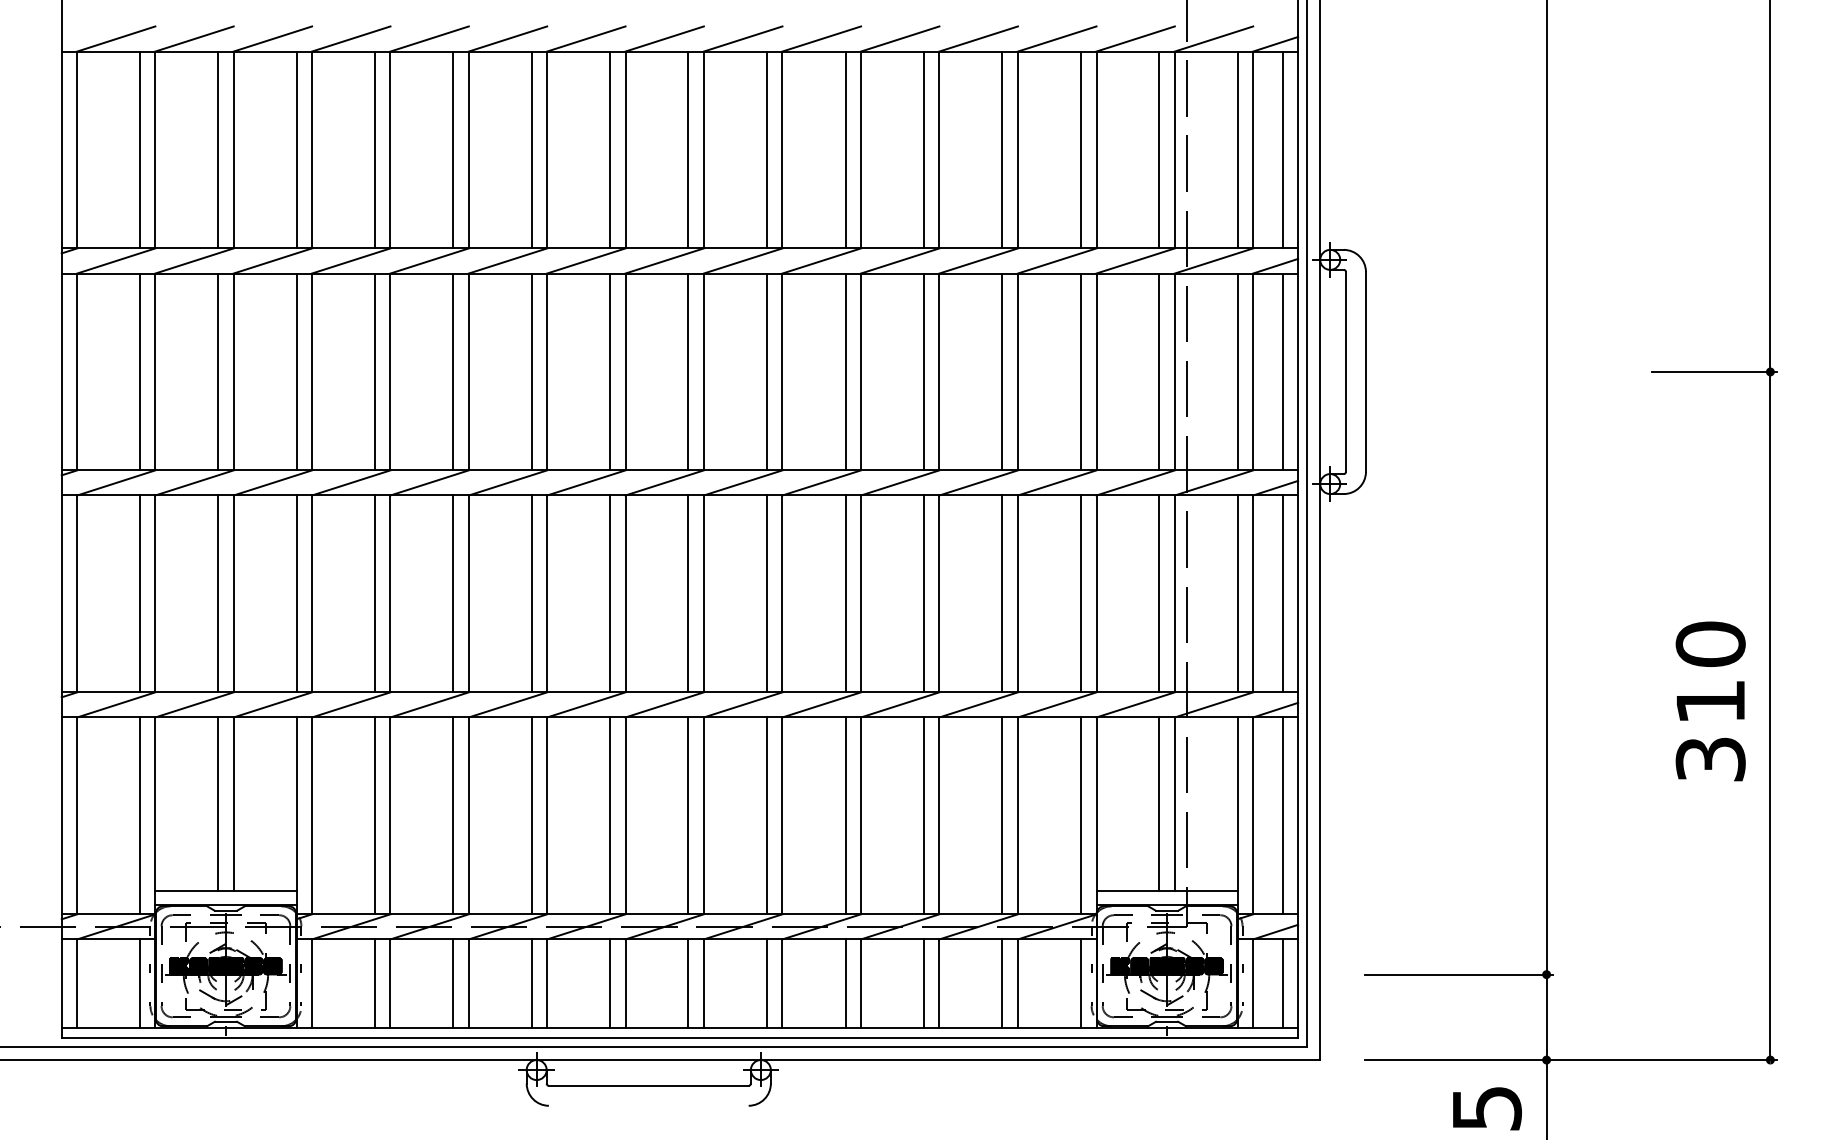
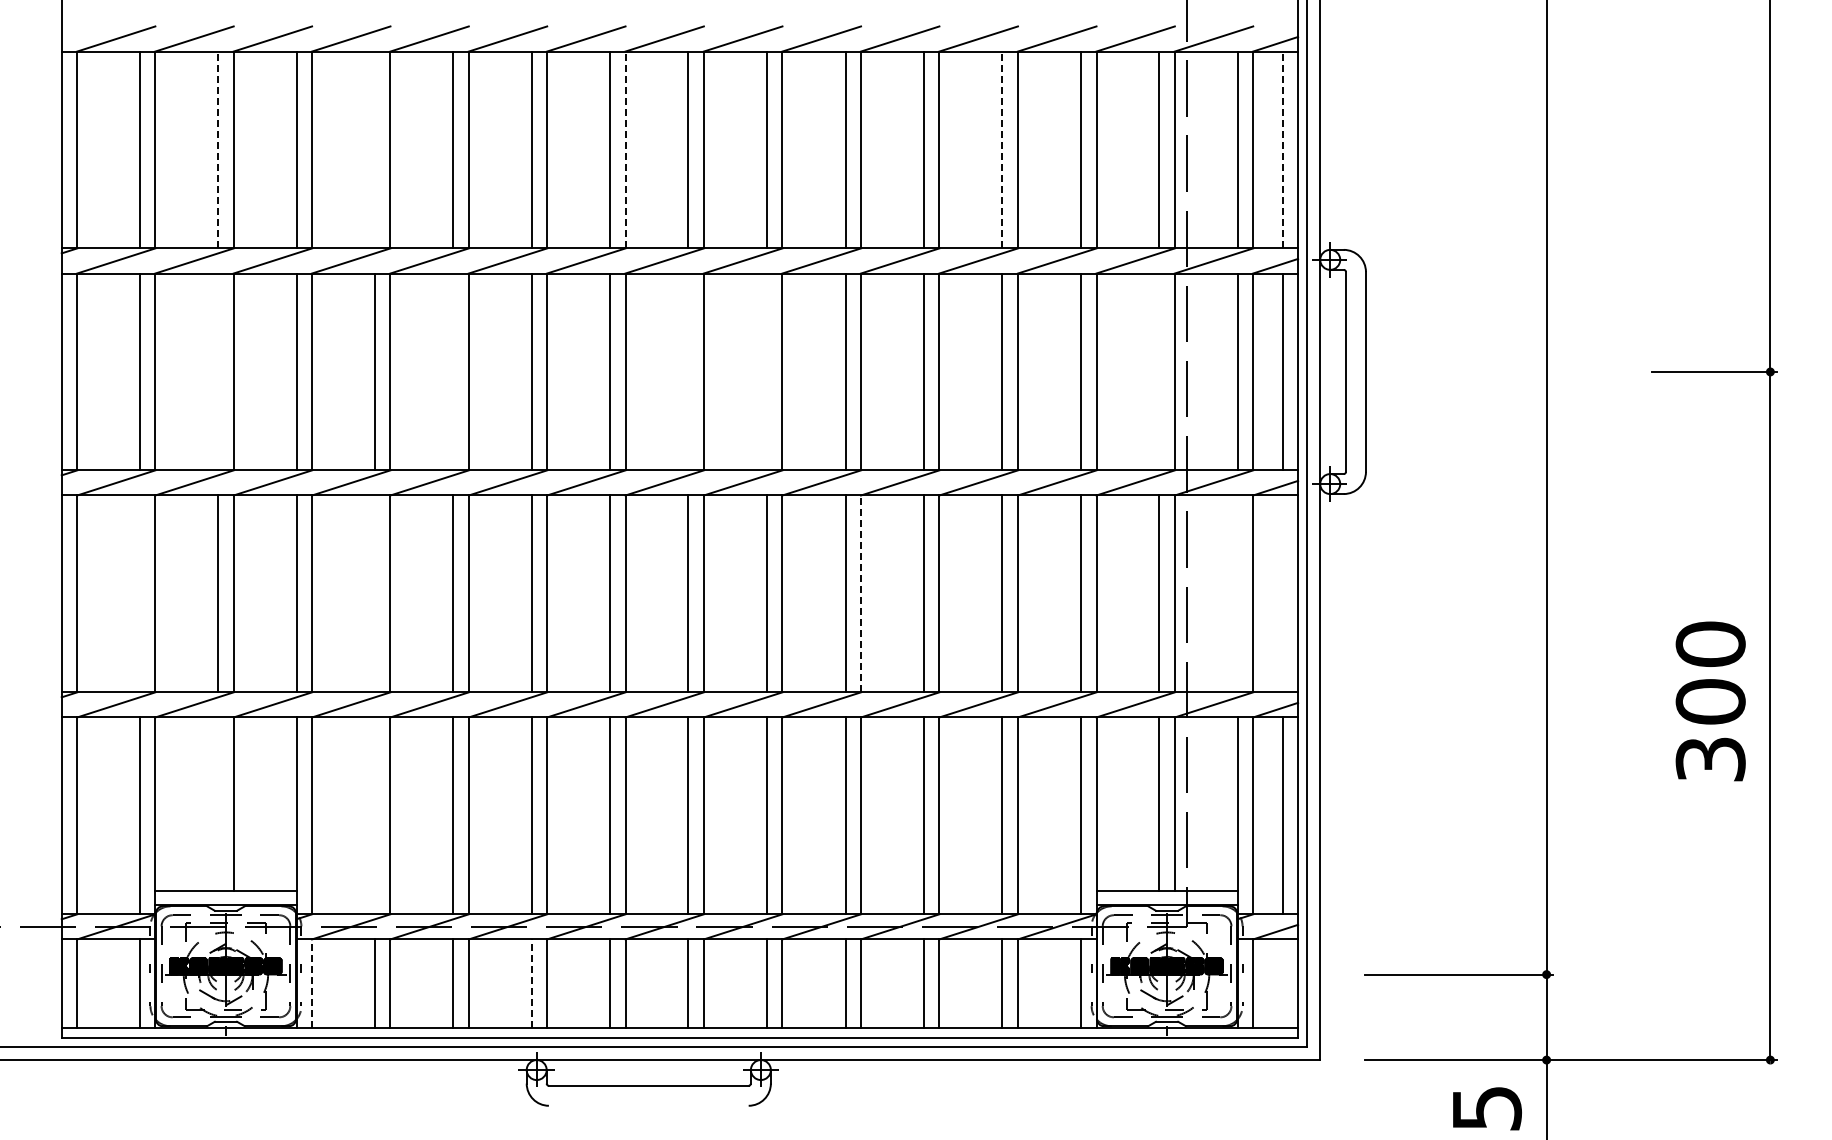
line at (218, 149): solid -> dashed
line at (374, 149): present -> none
line at (625, 149): solid -> dashed
line at (1002, 149): solid -> dashed
line at (1282, 149): solid -> dashed
line at (218, 371): present -> none
line at (453, 371): present -> none
line at (688, 371): present -> none
line at (766, 371): present -> none
line at (1159, 371): present -> none
line at (139, 593): present -> none
line at (374, 593): present -> none
line at (861, 593): solid -> dashed
line at (1237, 593): present -> none
line at (1282, 593): present -> none
text at (1710, 701): 310 -> 300
line at (218, 804): present -> none
line at (374, 815): present -> none
line at (312, 983): solid -> dashed
line at (531, 983): solid -> dashed
line at (1282, 983): present -> none
